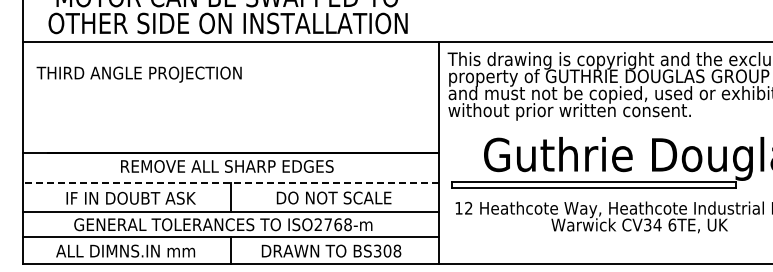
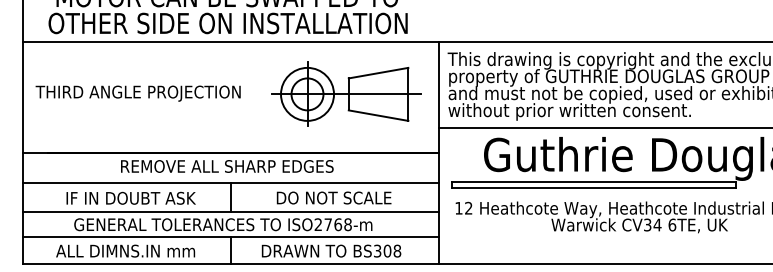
text at (138, 74) position: (138, 74) -> (137, 93)
part at (346, 93): none -> present
line at (603, 128): none -> present
line at (230, 182): dashed -> solid
